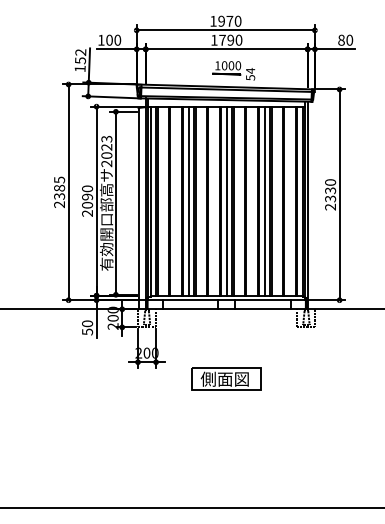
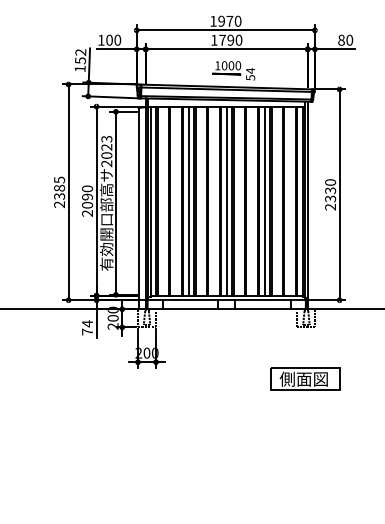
text at (87, 327): 50 -> 74
part at (226, 378) position: (226, 378) -> (305, 378)
line at (191, 508): present -> none
